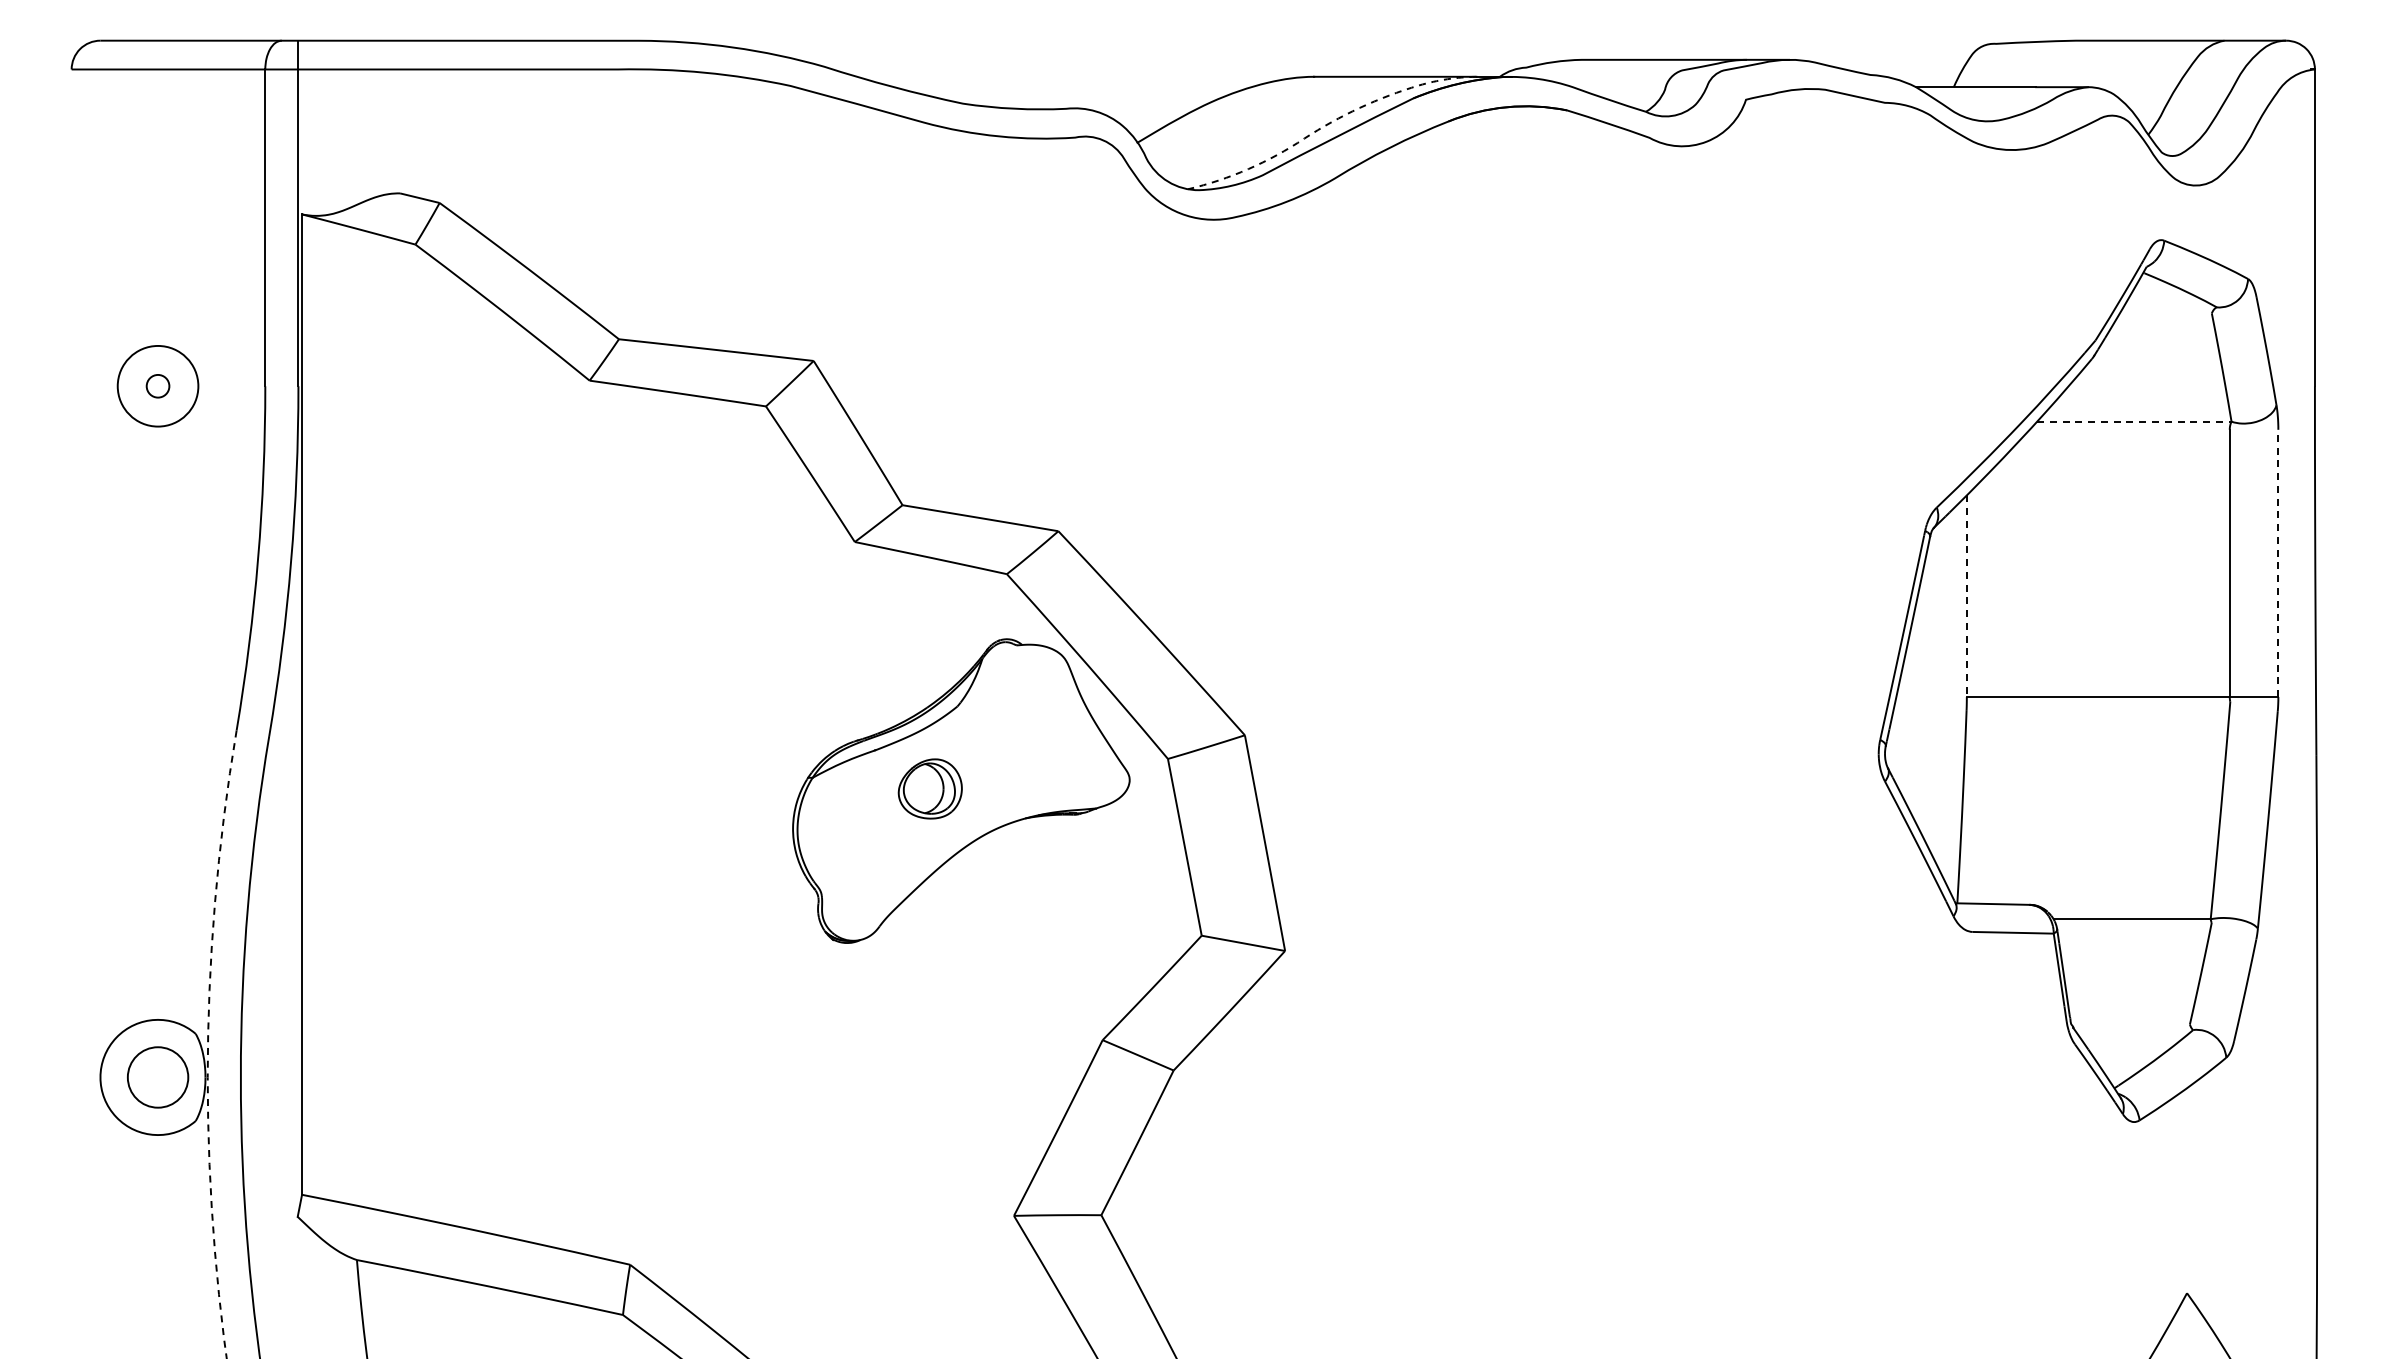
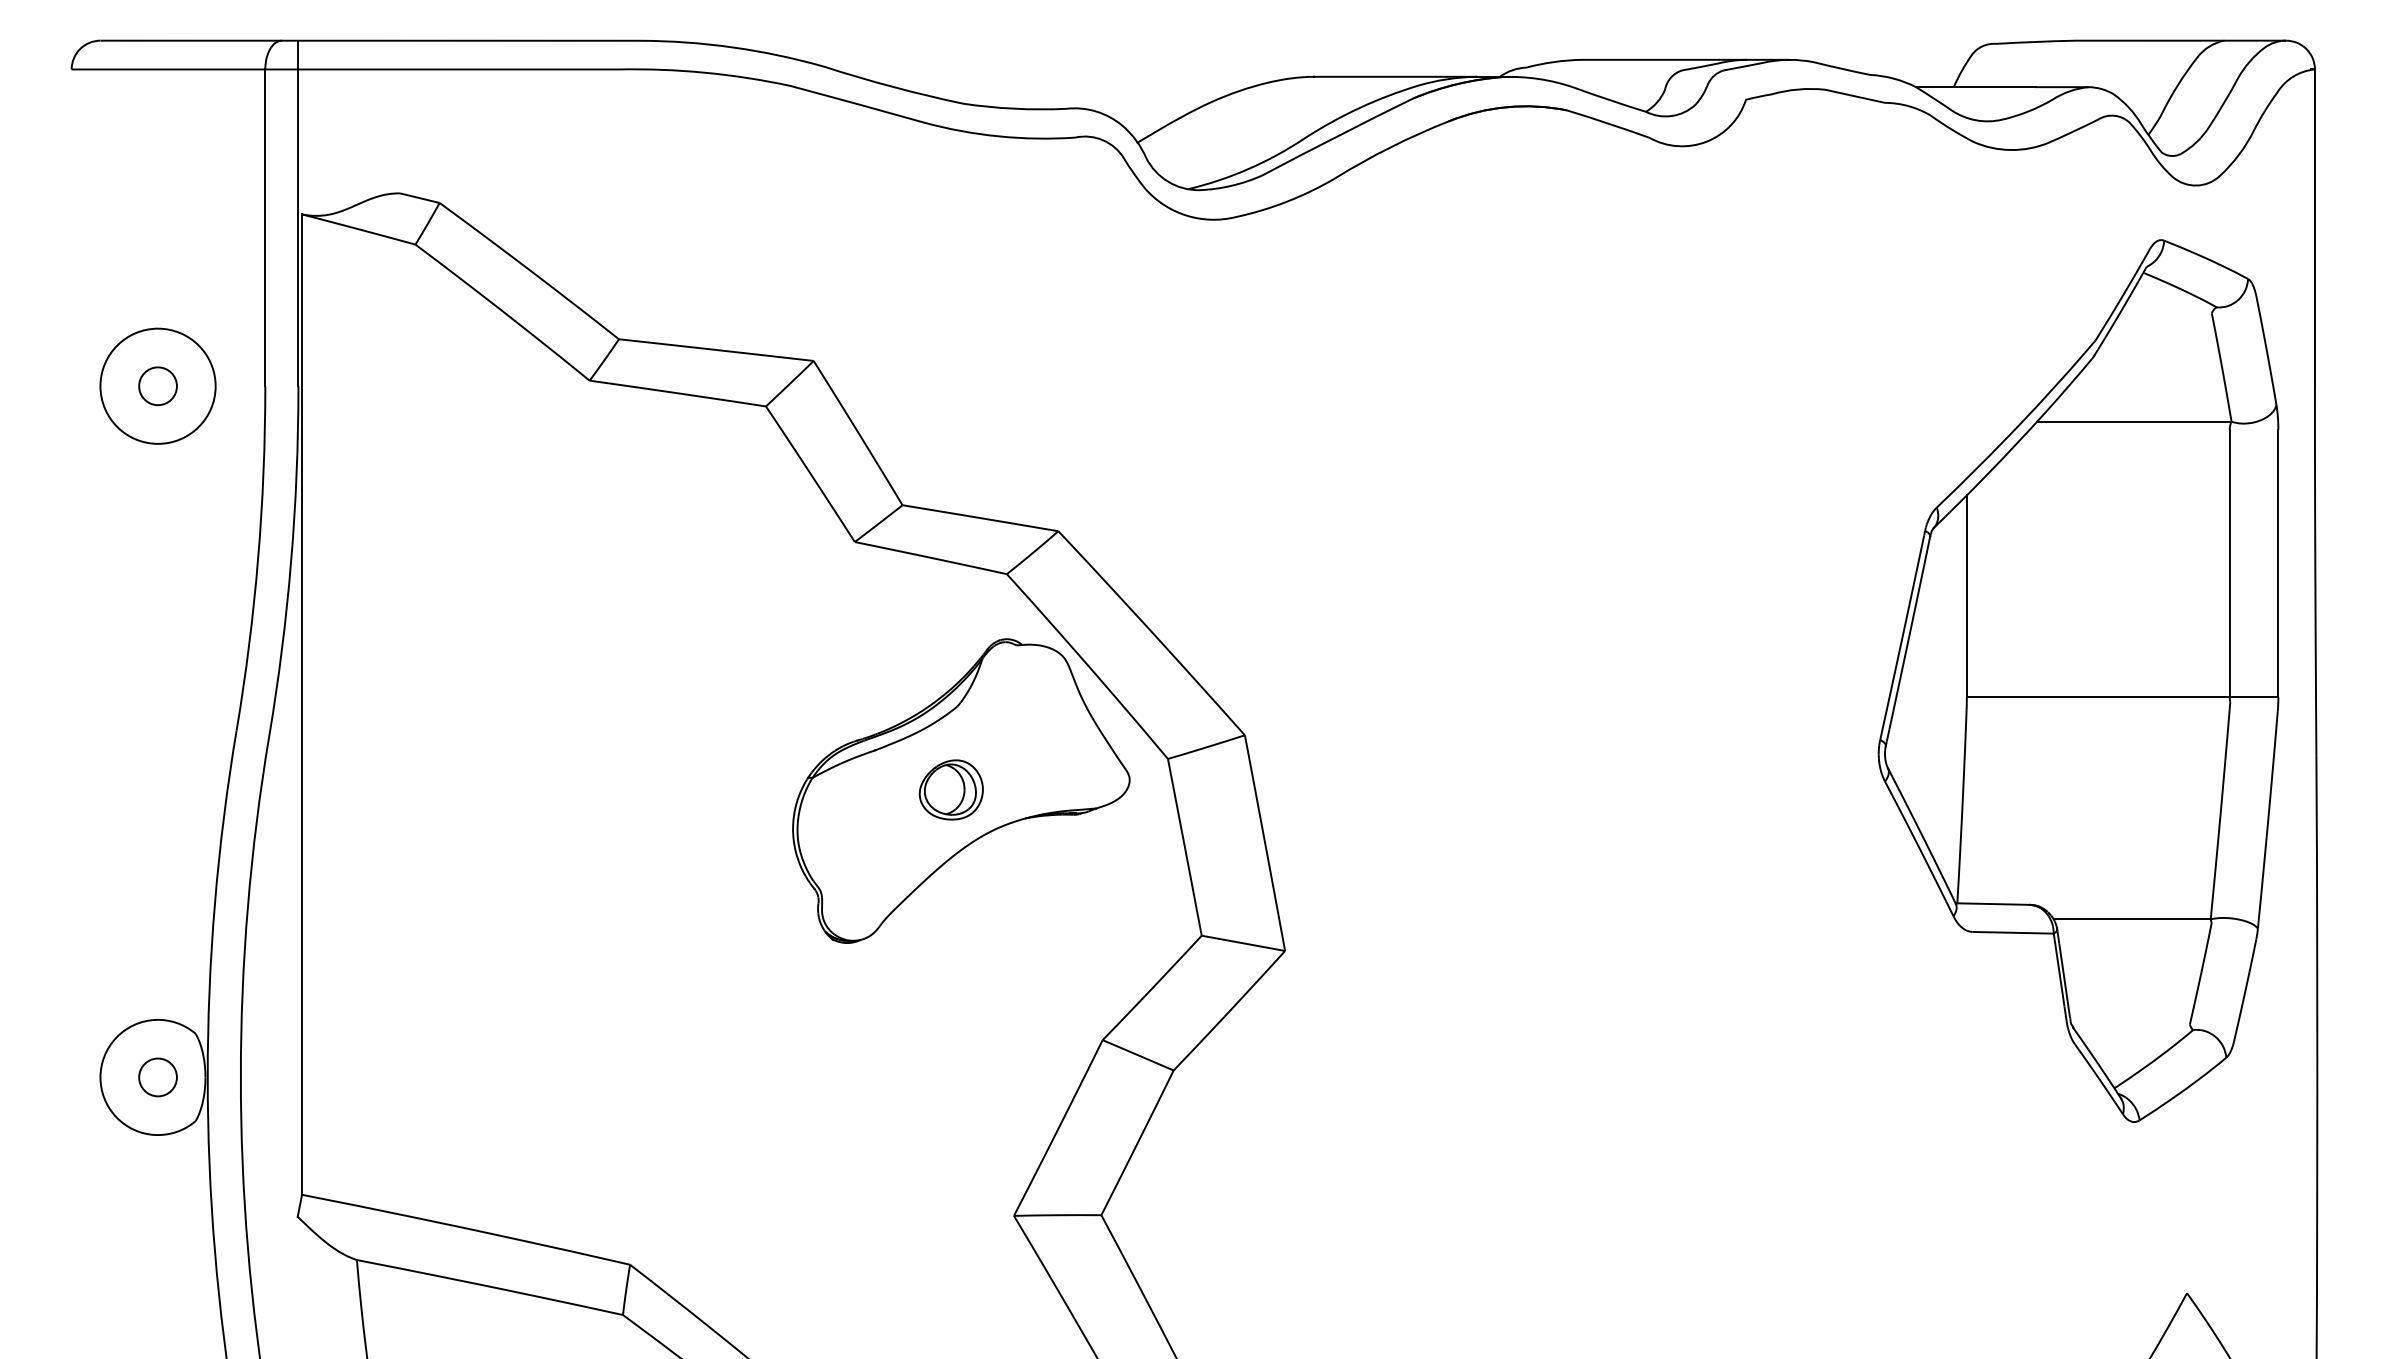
line at (1329, 123): dashed -> solid
circle at (157, 385) diameter: 23 px -> 38 px
circle at (157, 385) diameter: 81 px -> 115 px
line at (2134, 421): dashed -> solid
line at (2278, 563): dashed -> solid
line at (1966, 596): dashed -> solid
part at (929, 788) position: (929, 788) -> (950, 789)
arc at (208, 1044): dashed -> solid
circle at (157, 1077) diameter: 60 px -> 38 px
